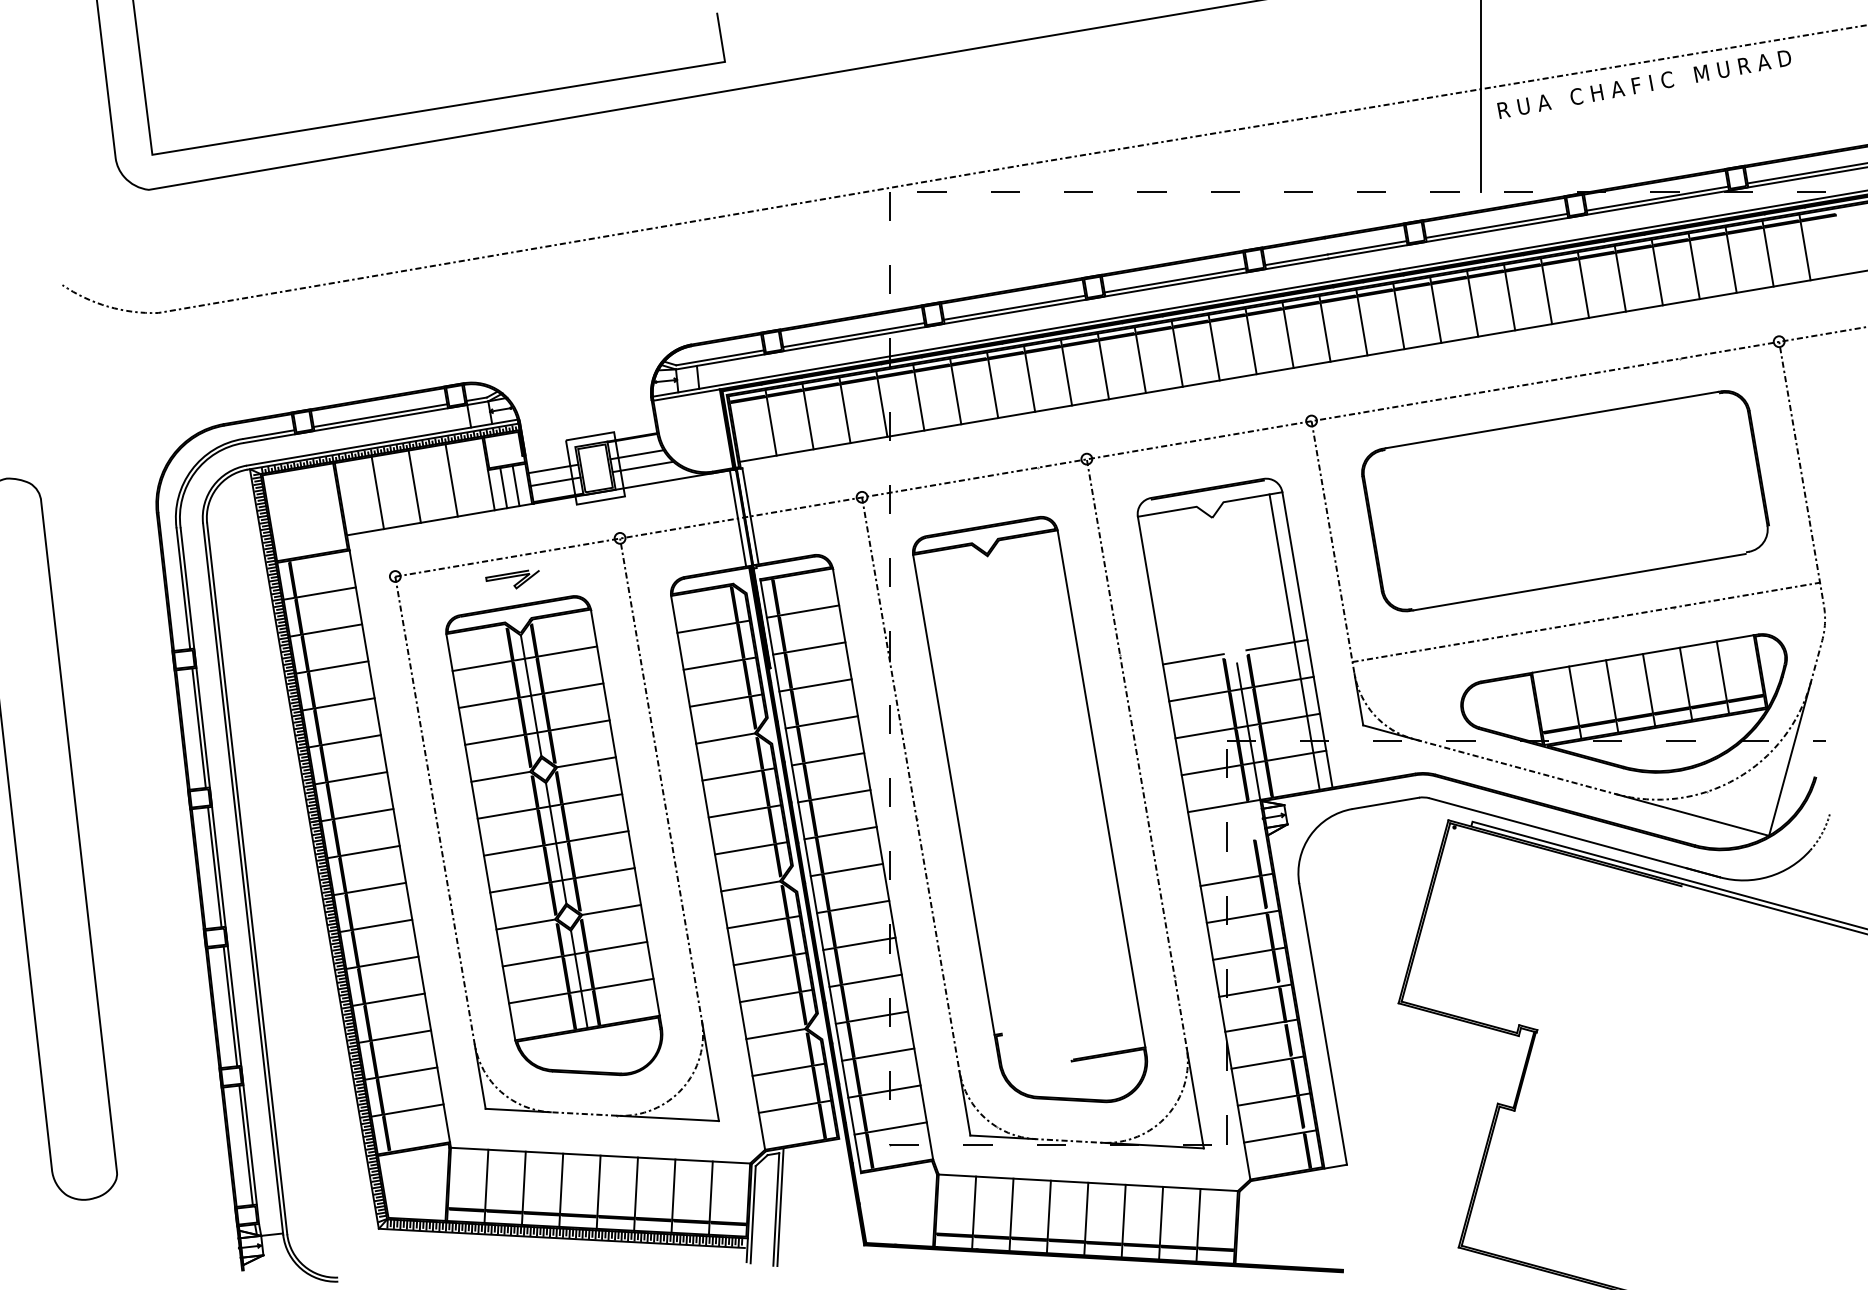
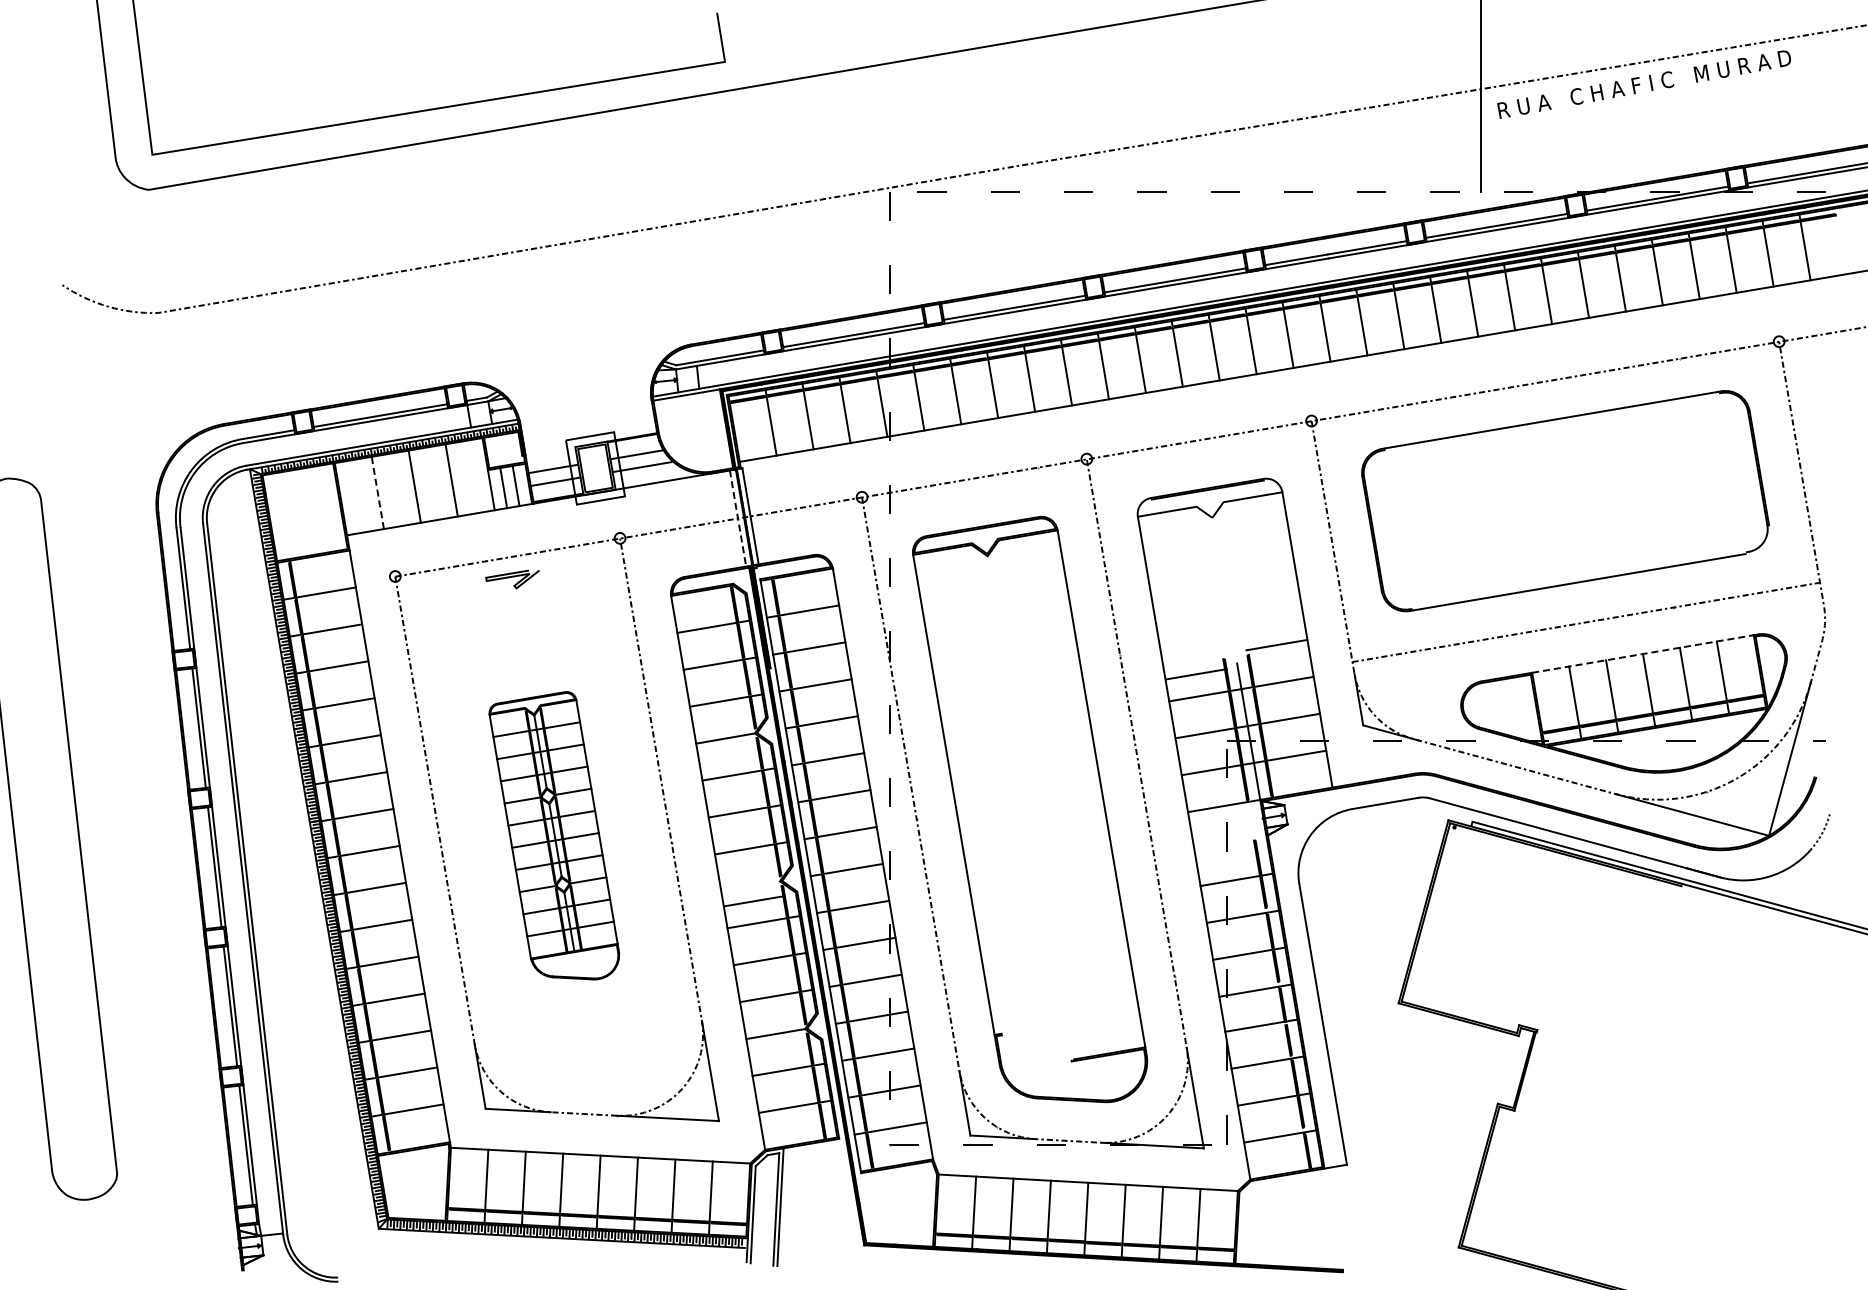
line at (377, 492): solid -> dashed
line at (738, 518): solid -> dashed
line at (1294, 641): present -> none
line at (1643, 653): solid -> dashed
line at (1192, 659) position: (1192, 659) -> (1195, 674)
part at (554, 835) size: 219x482 px -> 133x290 px
line at (750, 886) position: (750, 886) -> (753, 901)
